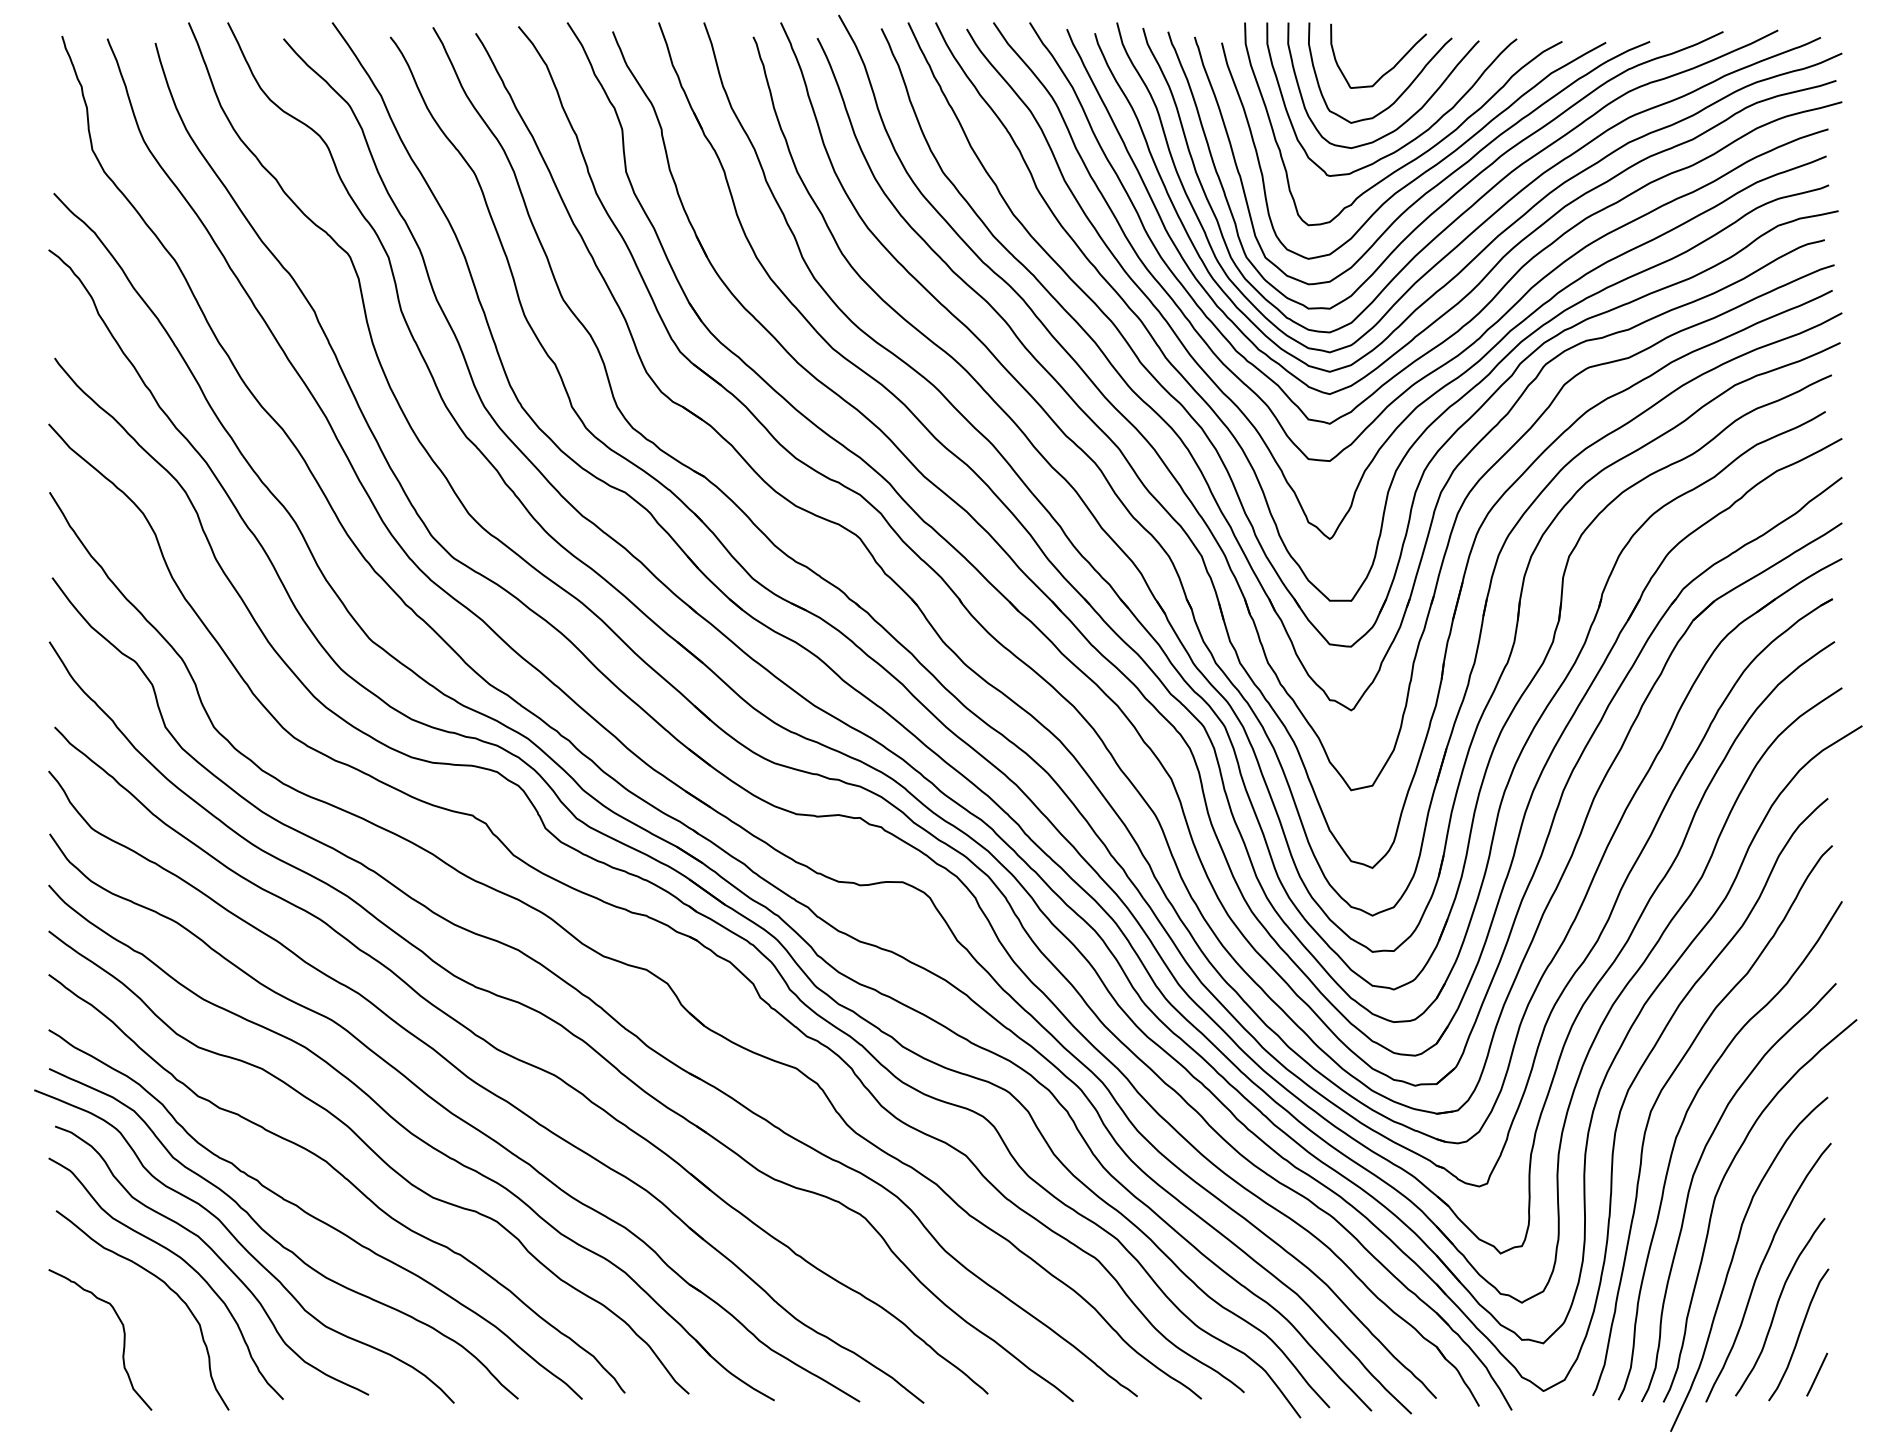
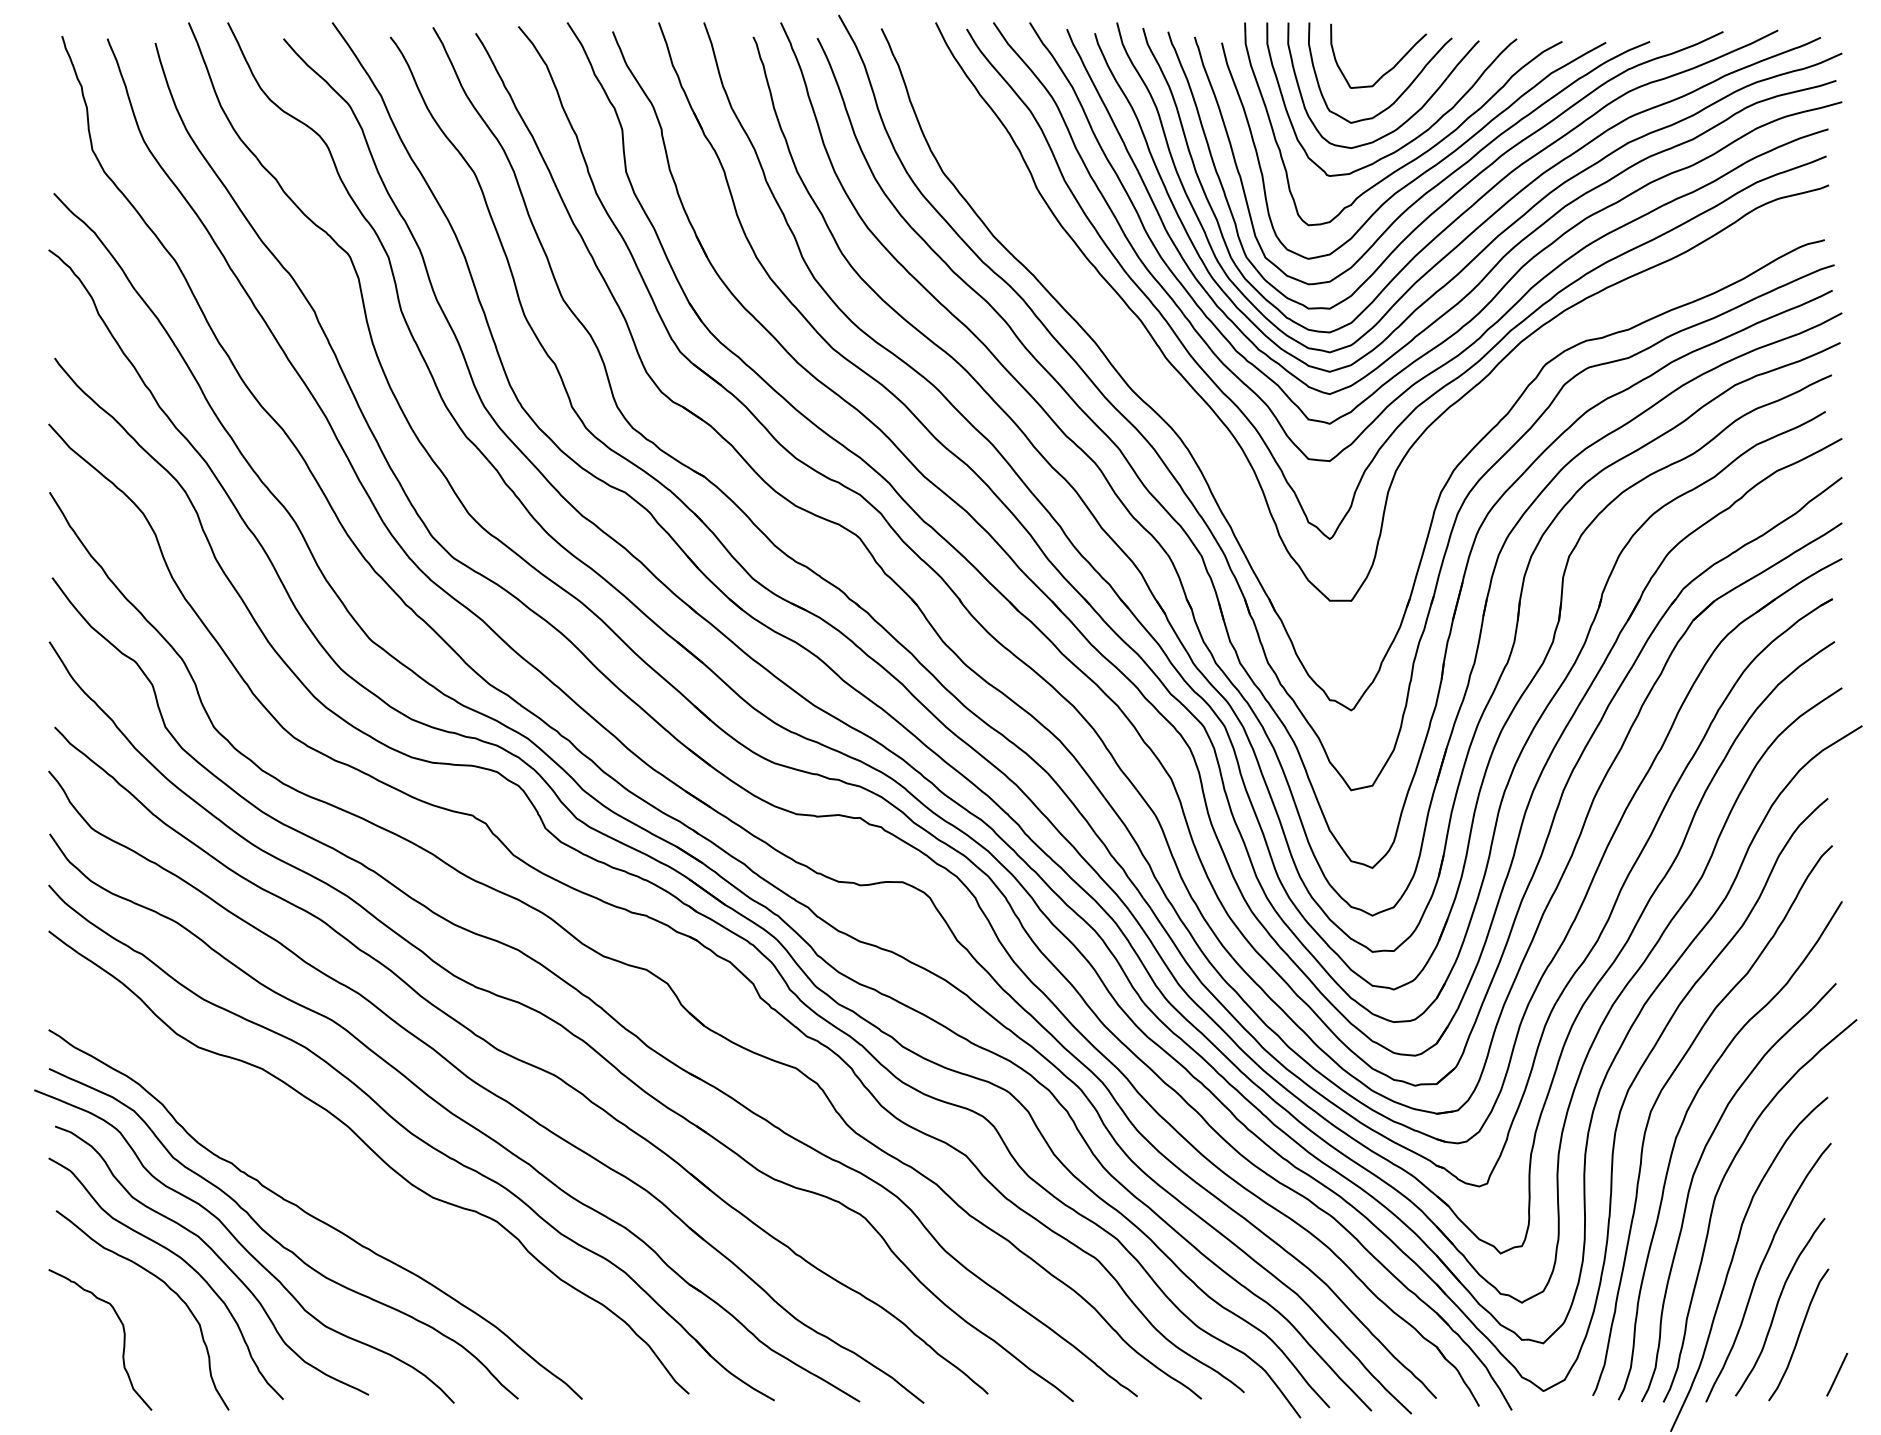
part at (1462, 423): present -> none
curve at (340, 1175): present -> none
line at (1817, 1374) position: (1817, 1374) -> (1837, 1374)
